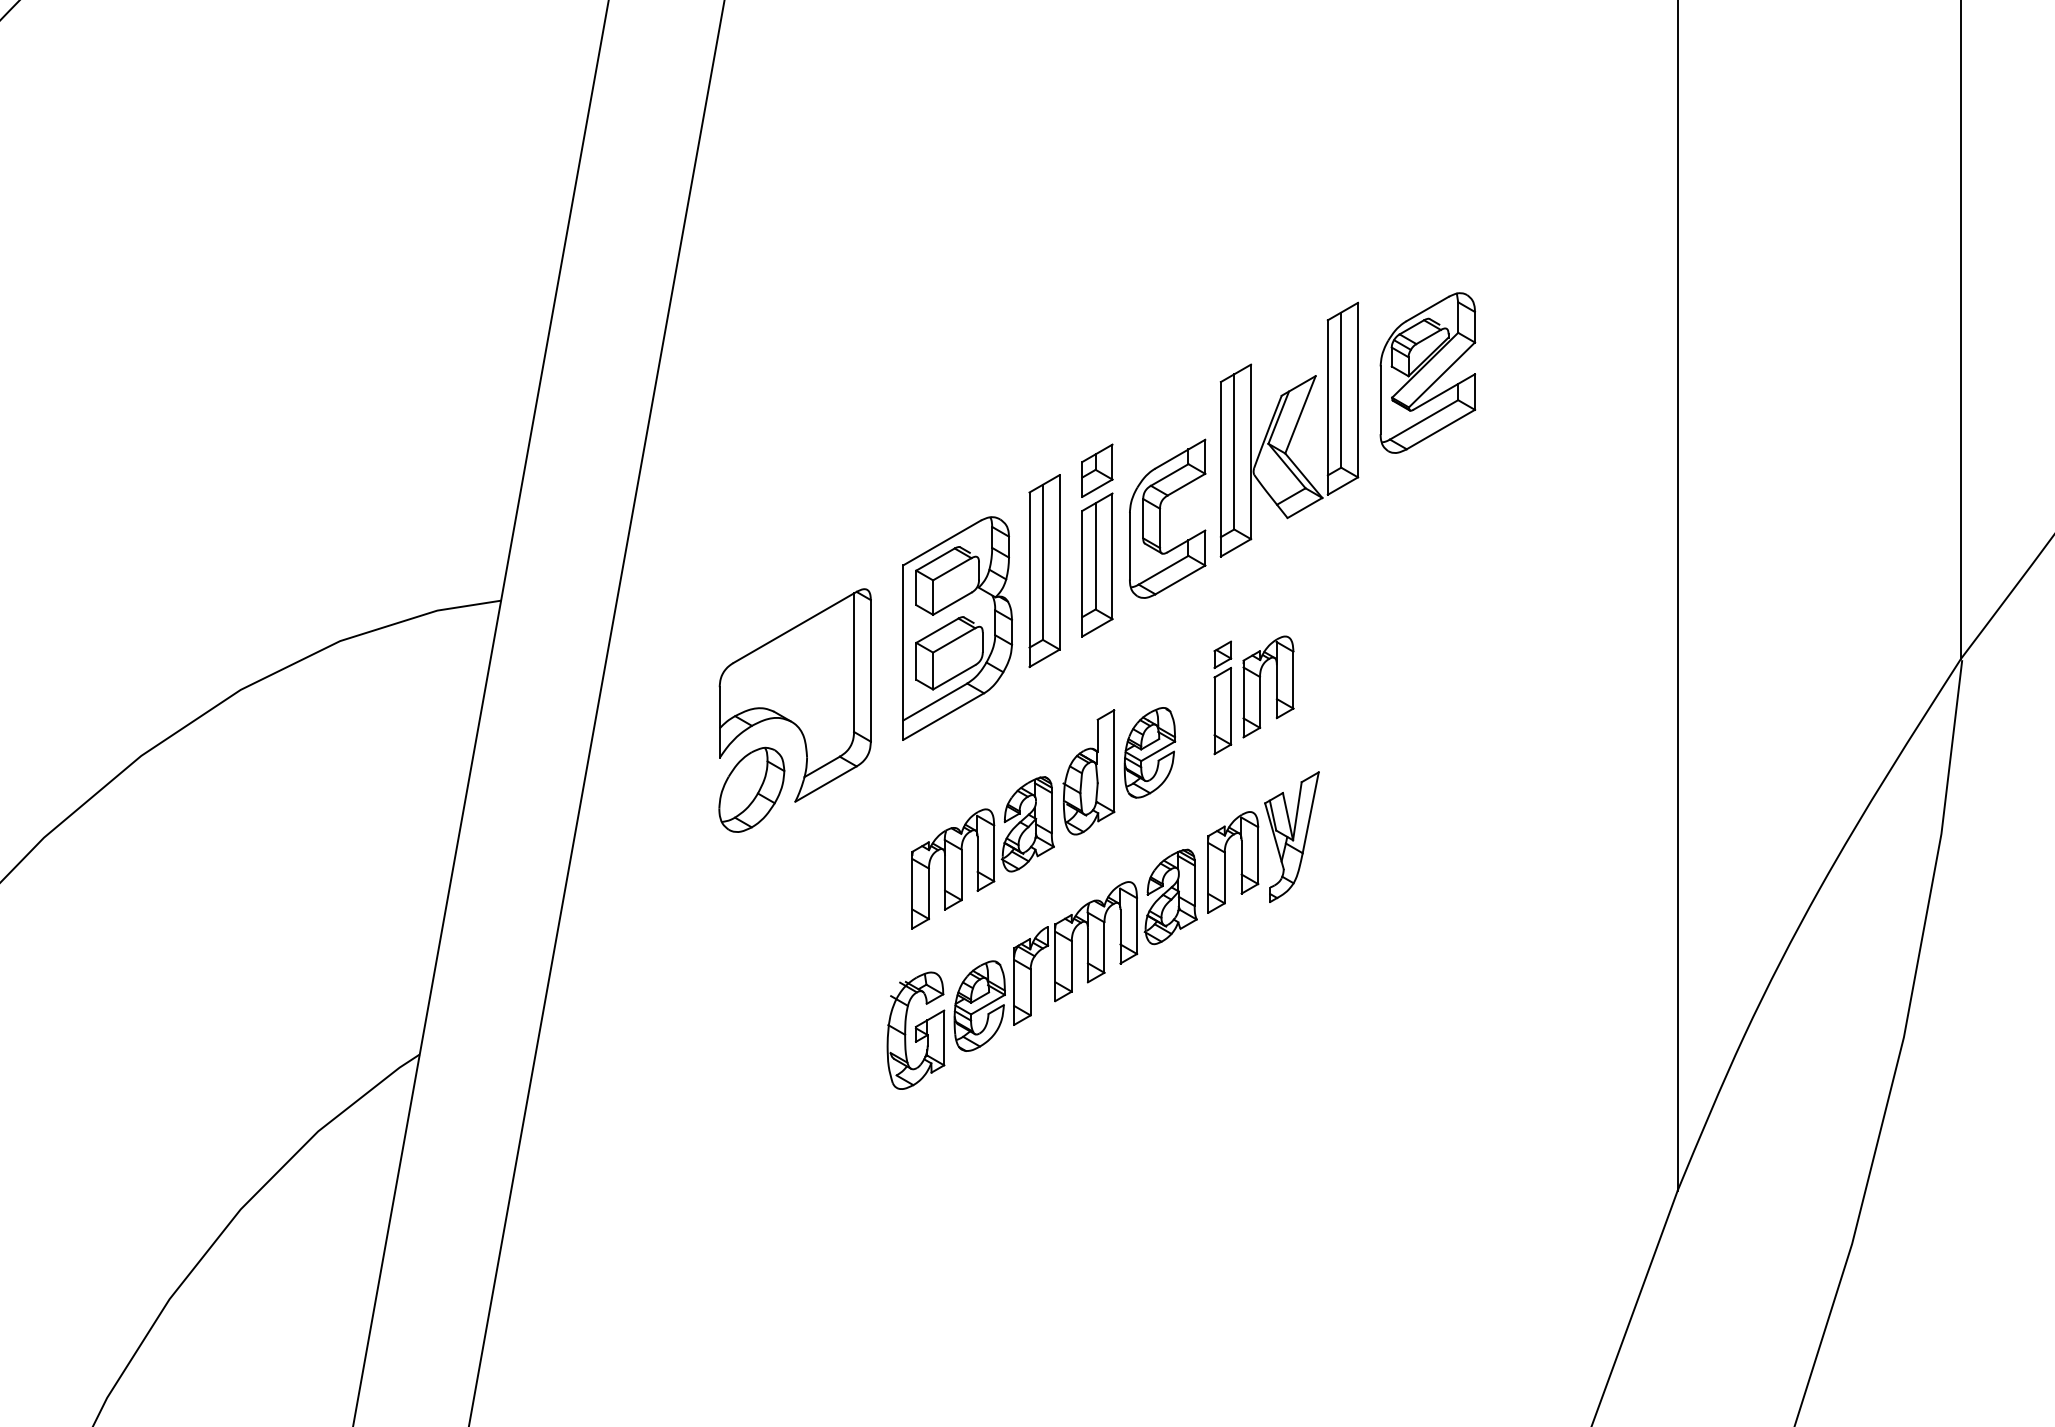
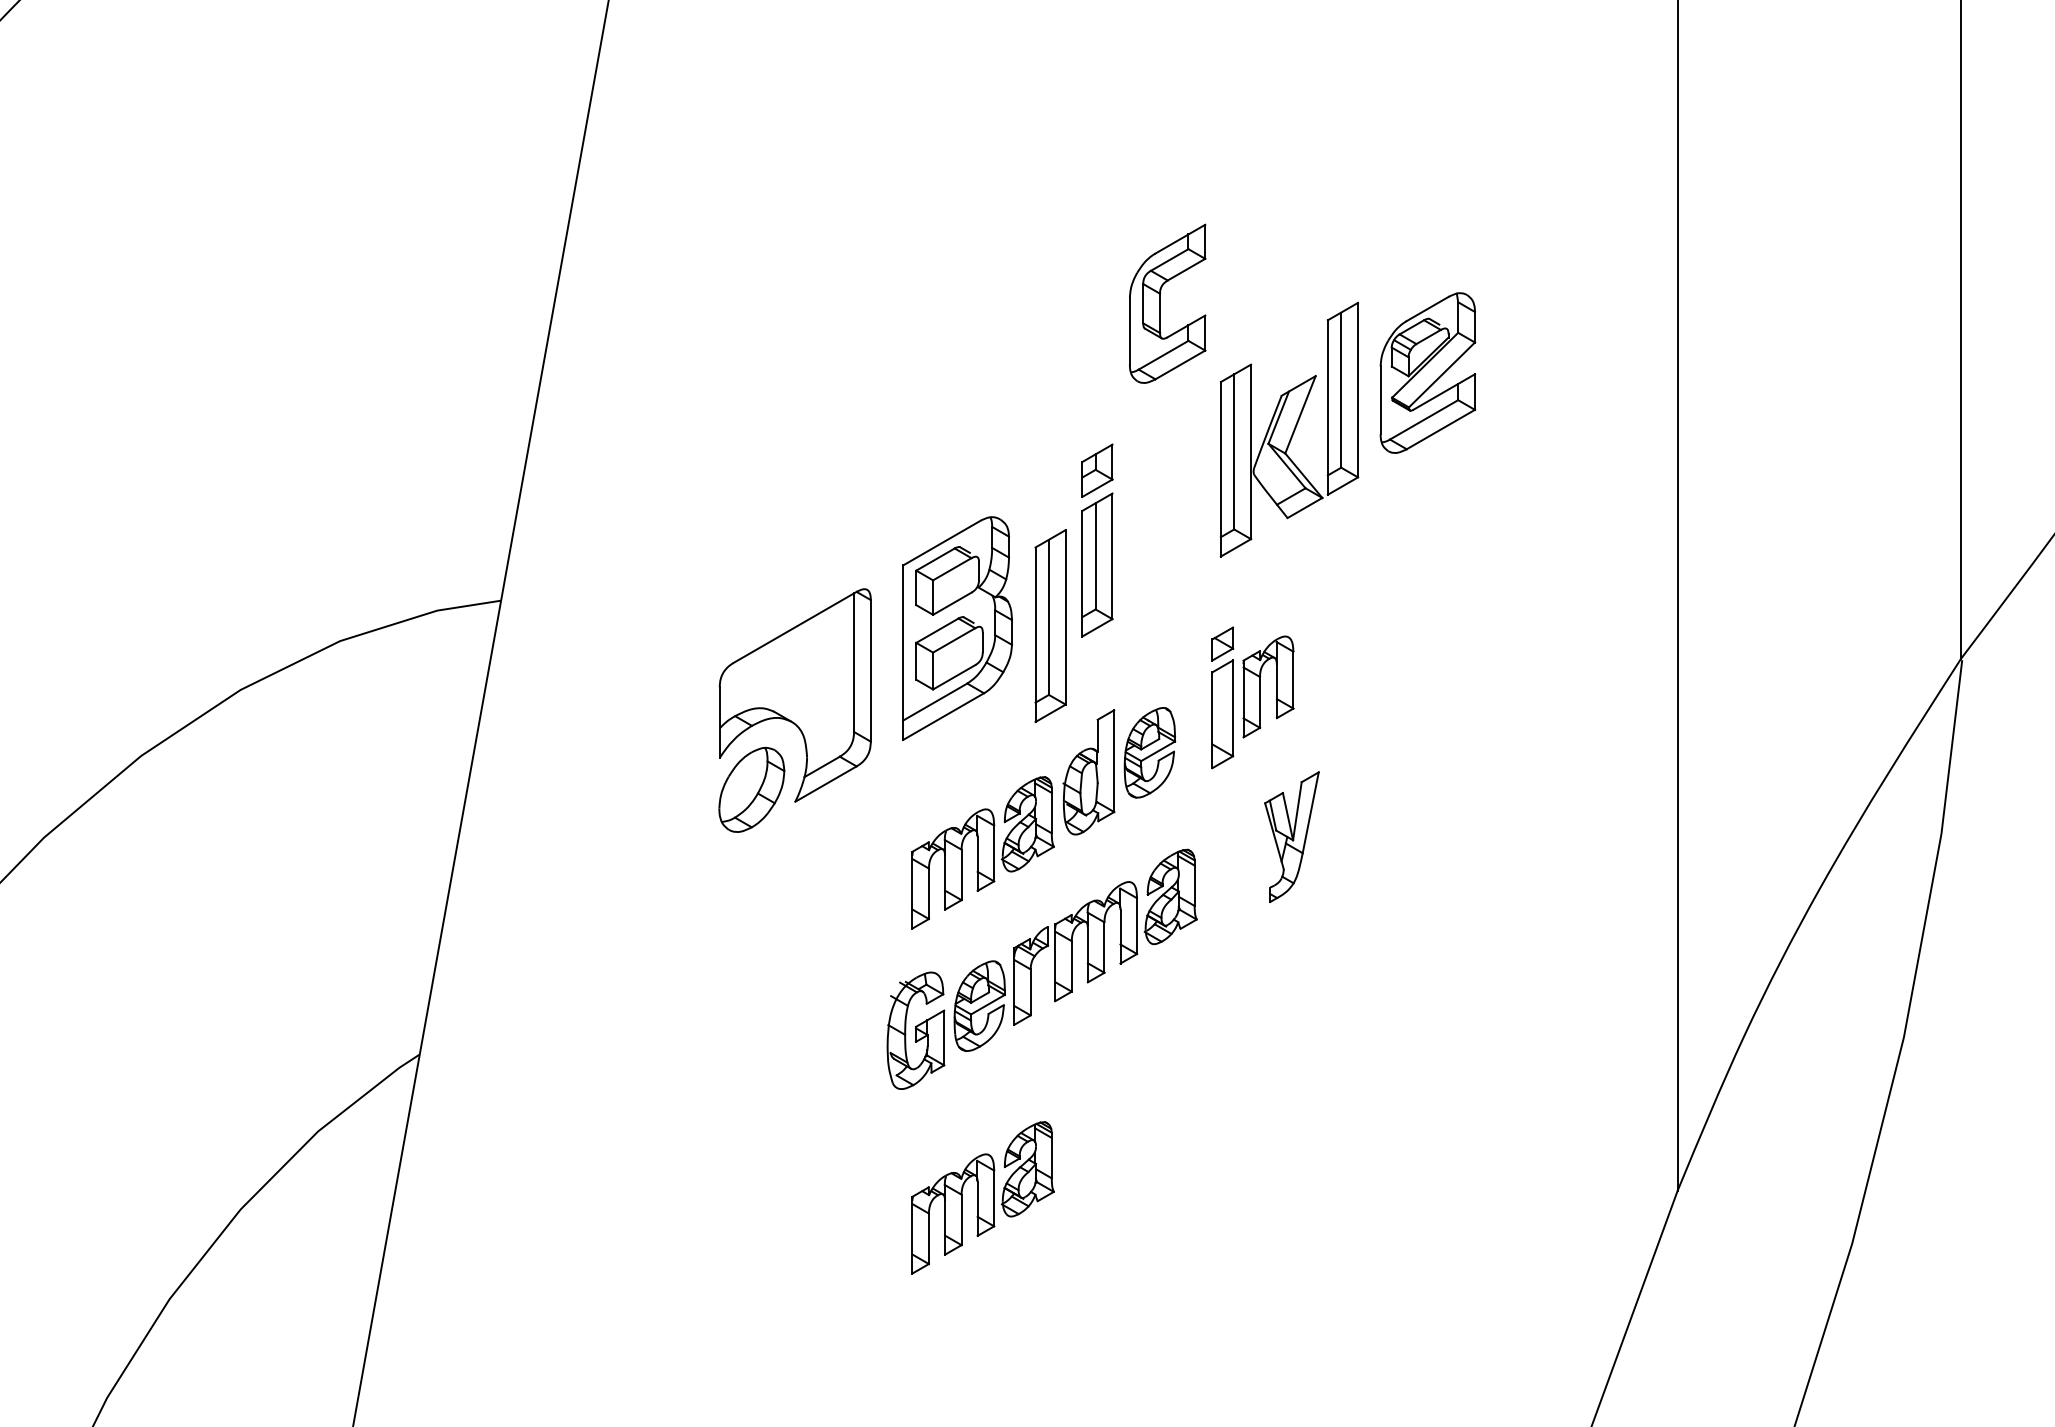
part at (1160, 518) position: (1160, 518) -> (1160, 303)
part at (1044, 571) position: (1044, 571) -> (1050, 626)
part at (1222, 697) size: 20x116 px -> 24x144 px
line at (596, 712): present -> none
part at (1225, 862): present -> none
part at (982, 1197): none -> present
